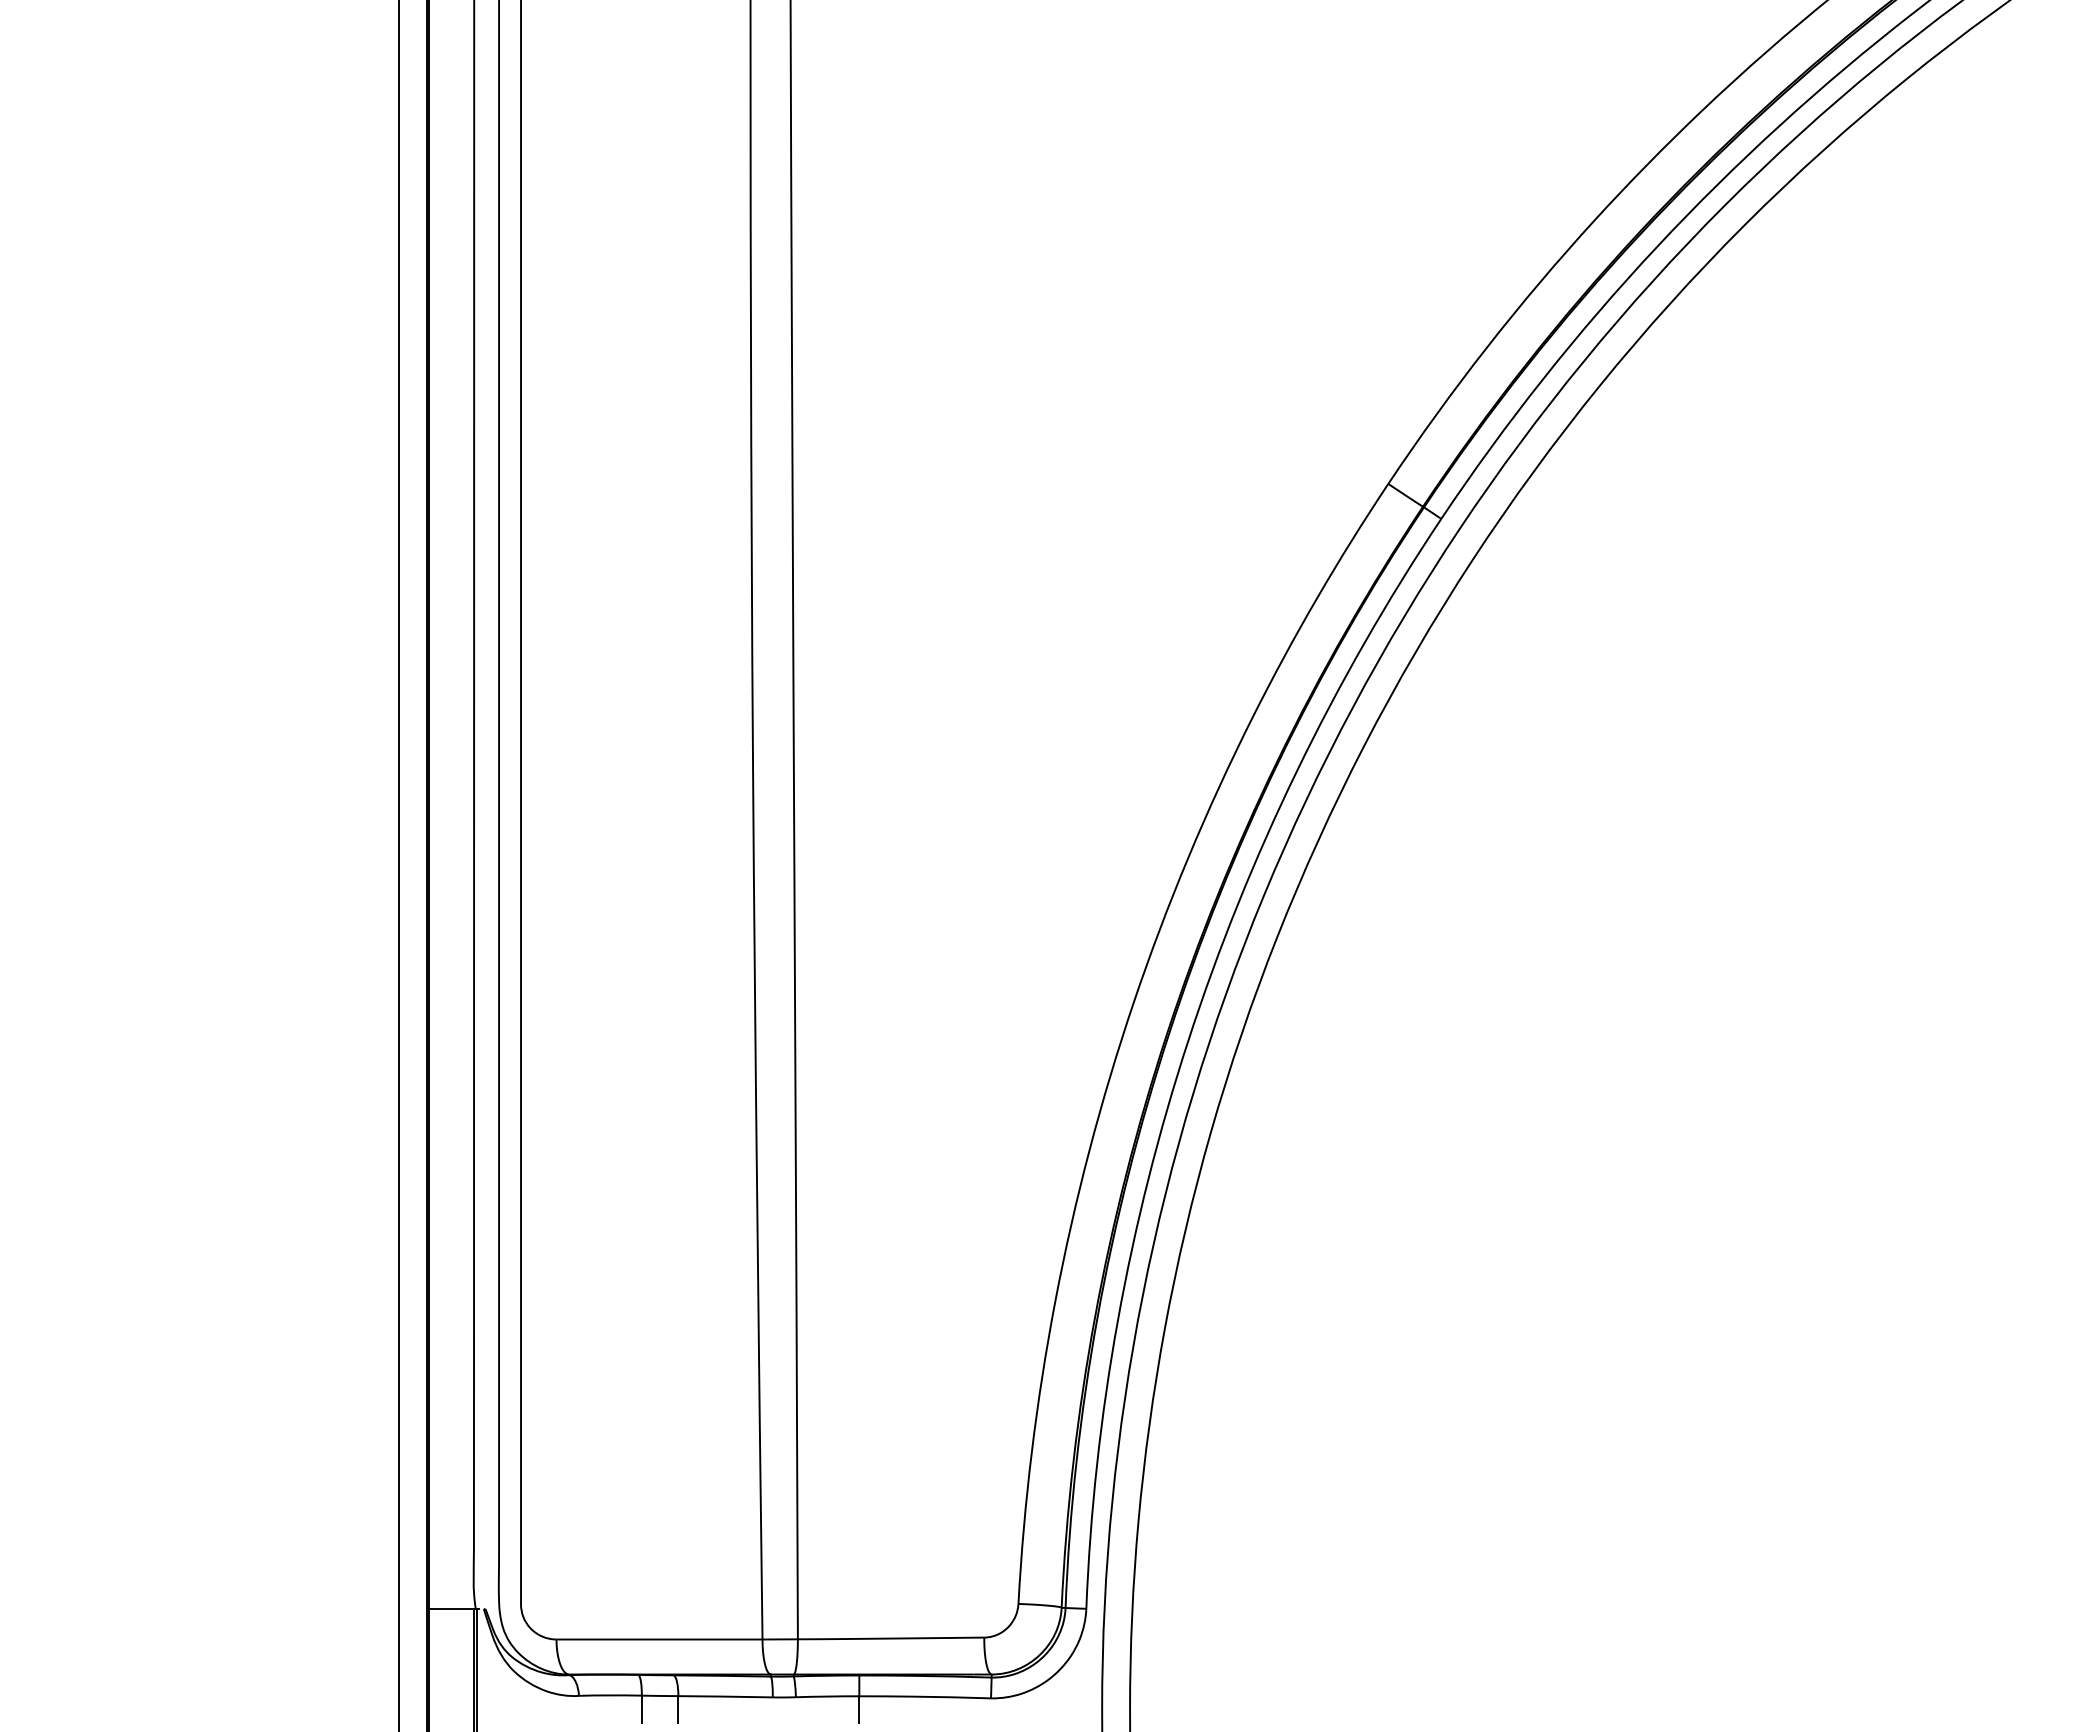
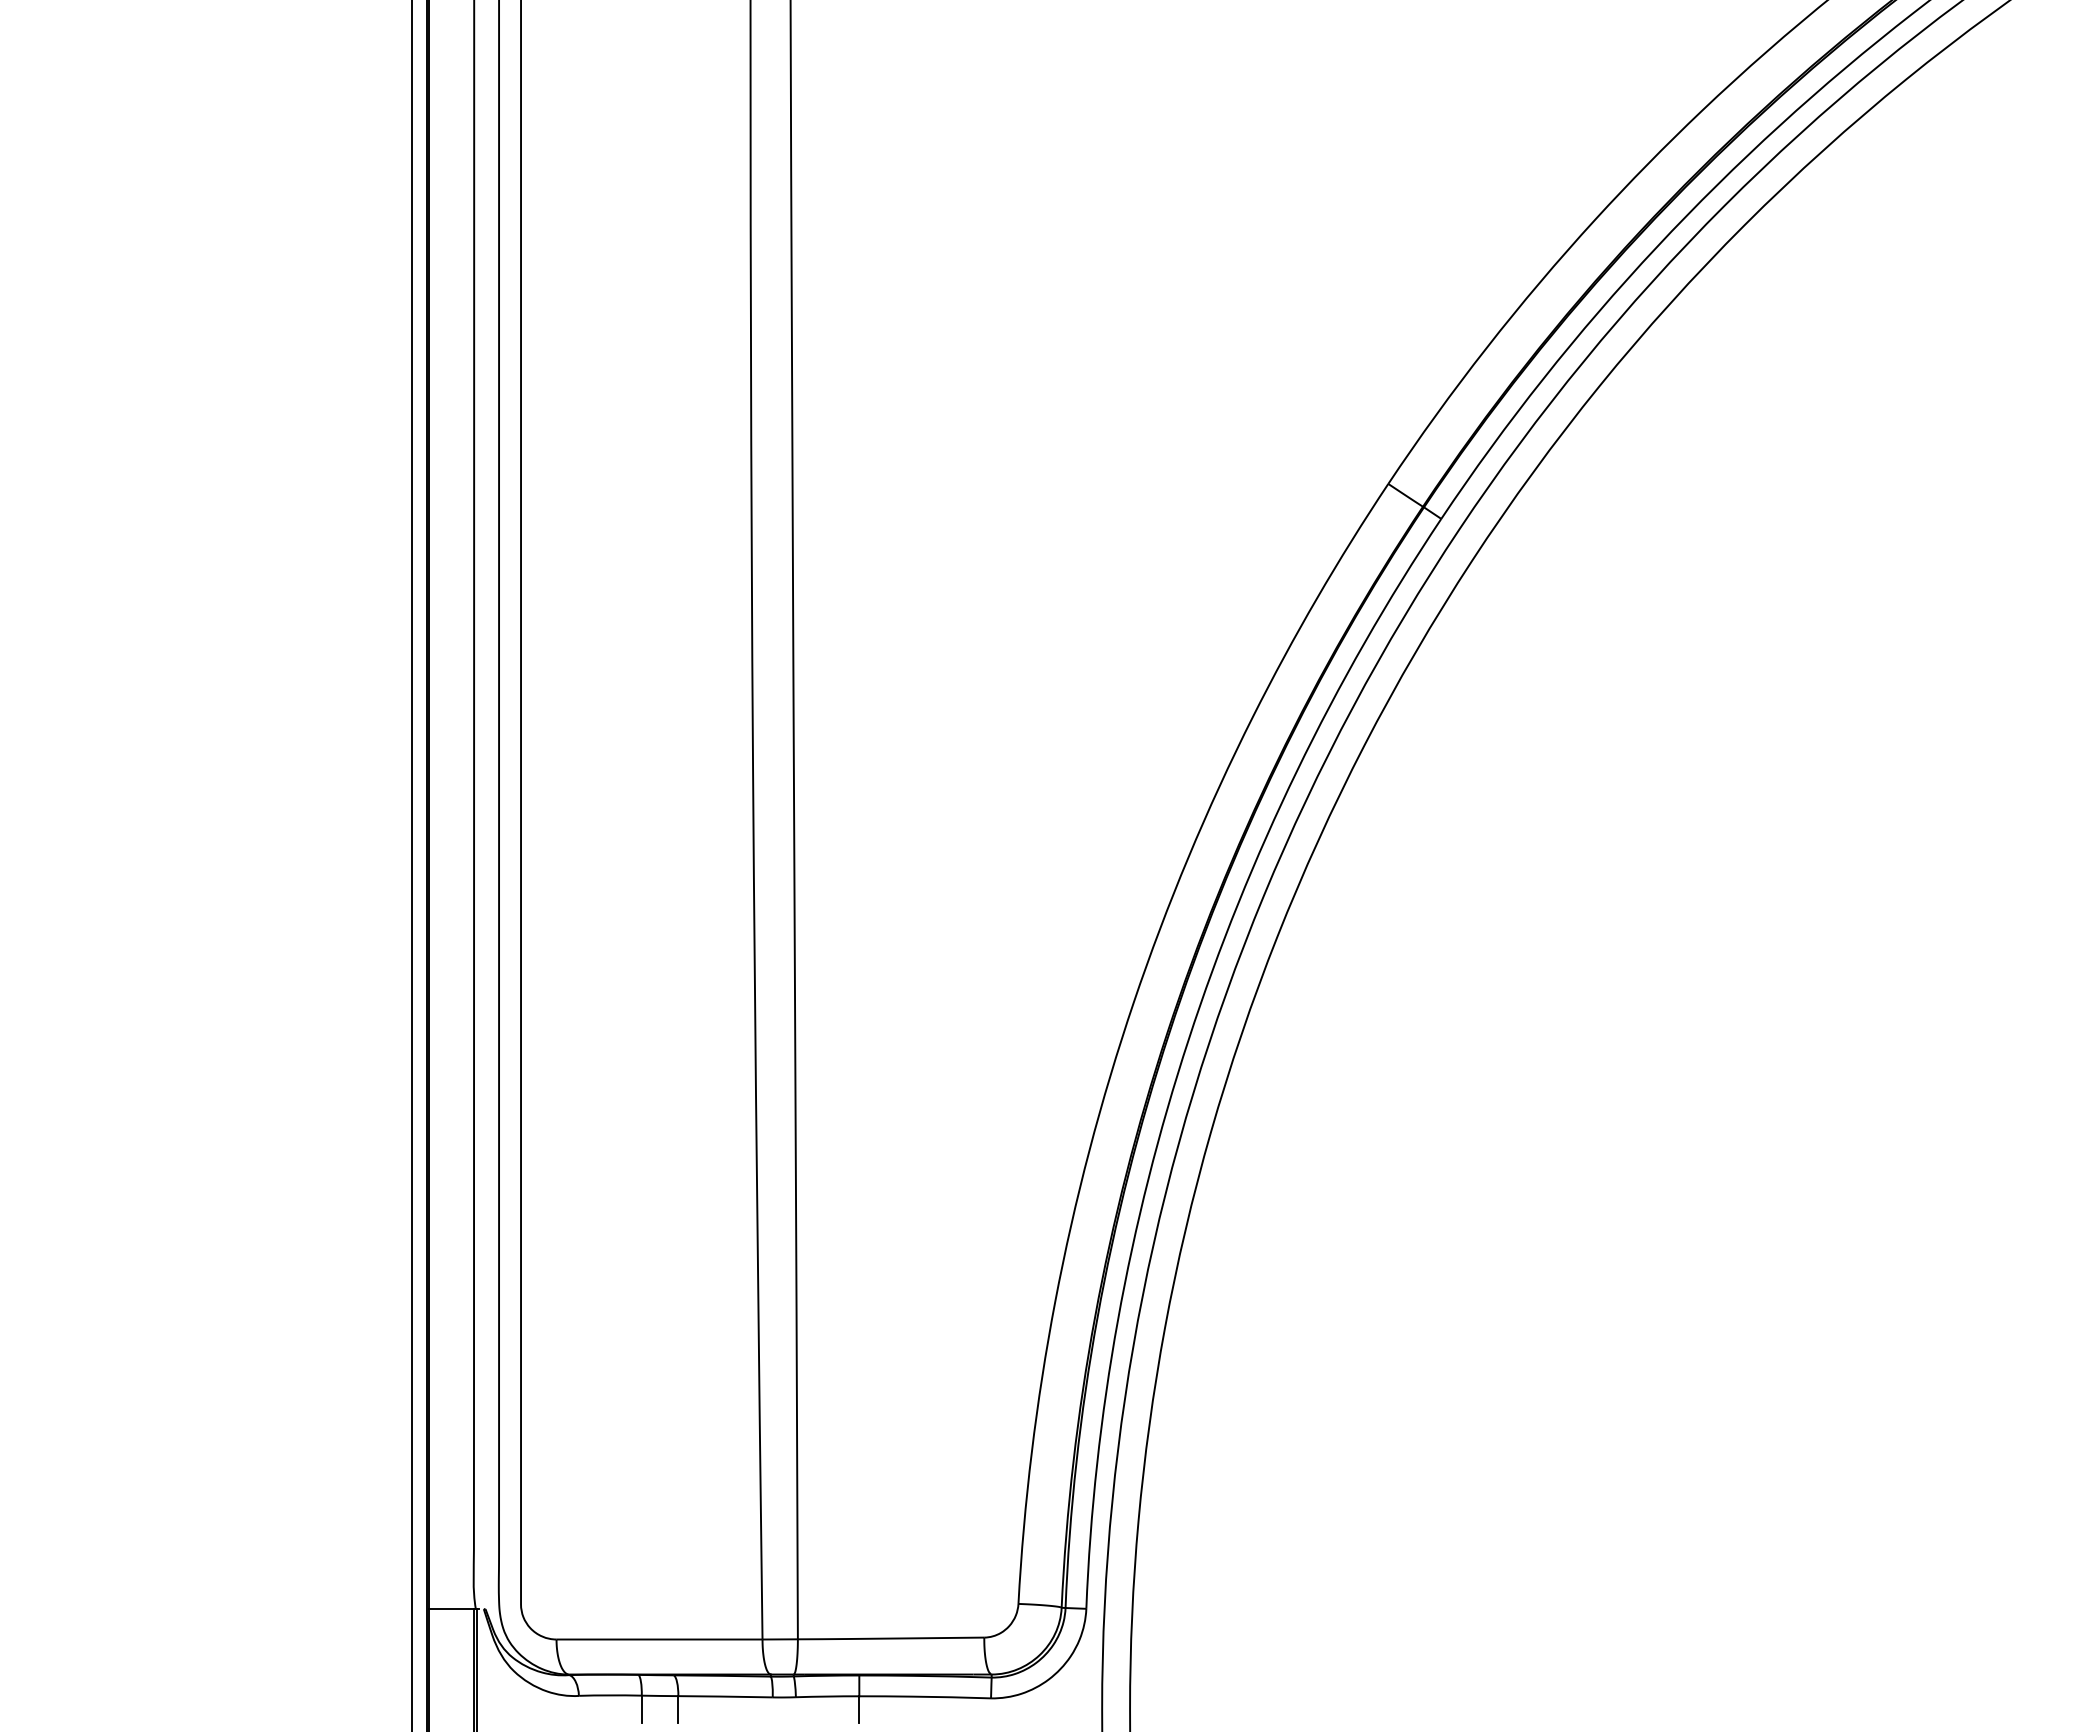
line at (398, 865) position: (398, 865) -> (411, 865)
